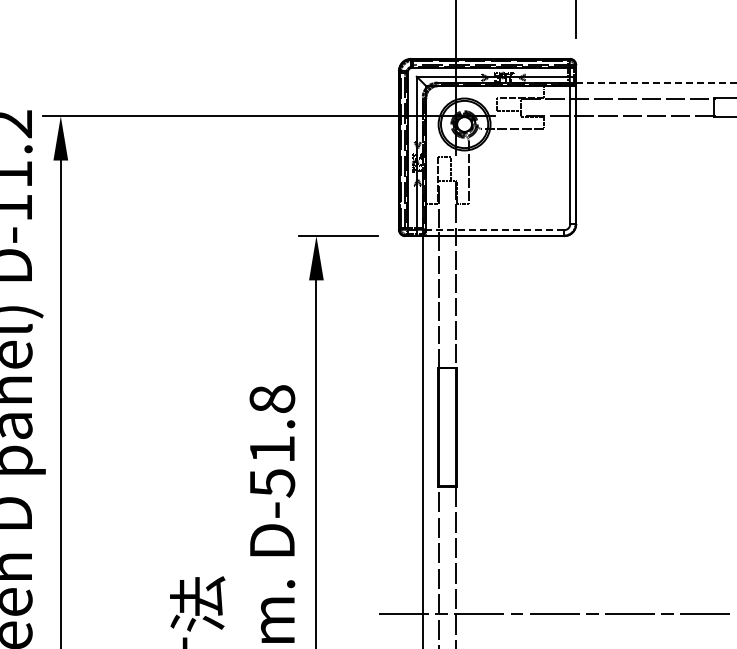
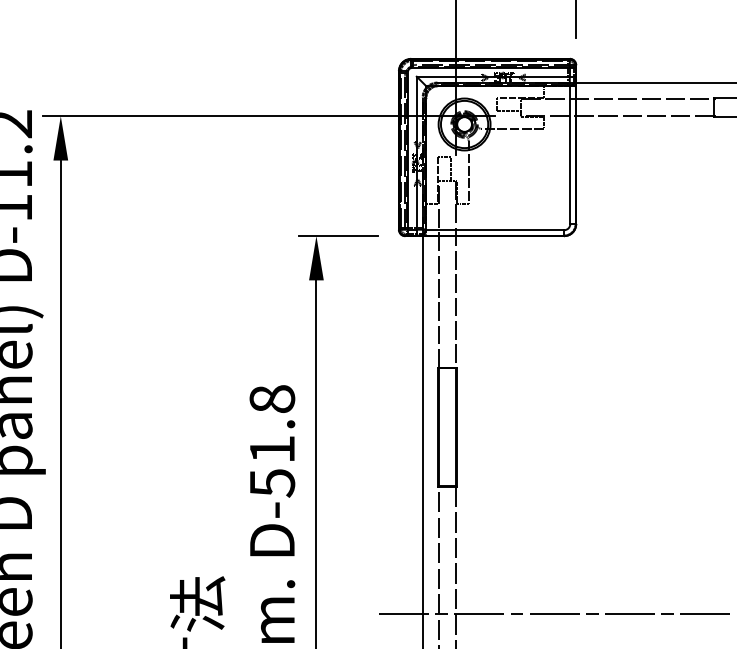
line at (656, 83): dashed -> solid
line at (494, 230): dashed -> solid
